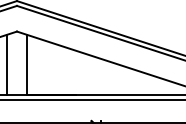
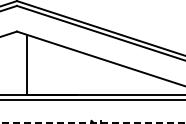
line at (7, 64): present -> none
line at (92, 123): solid -> dashed
